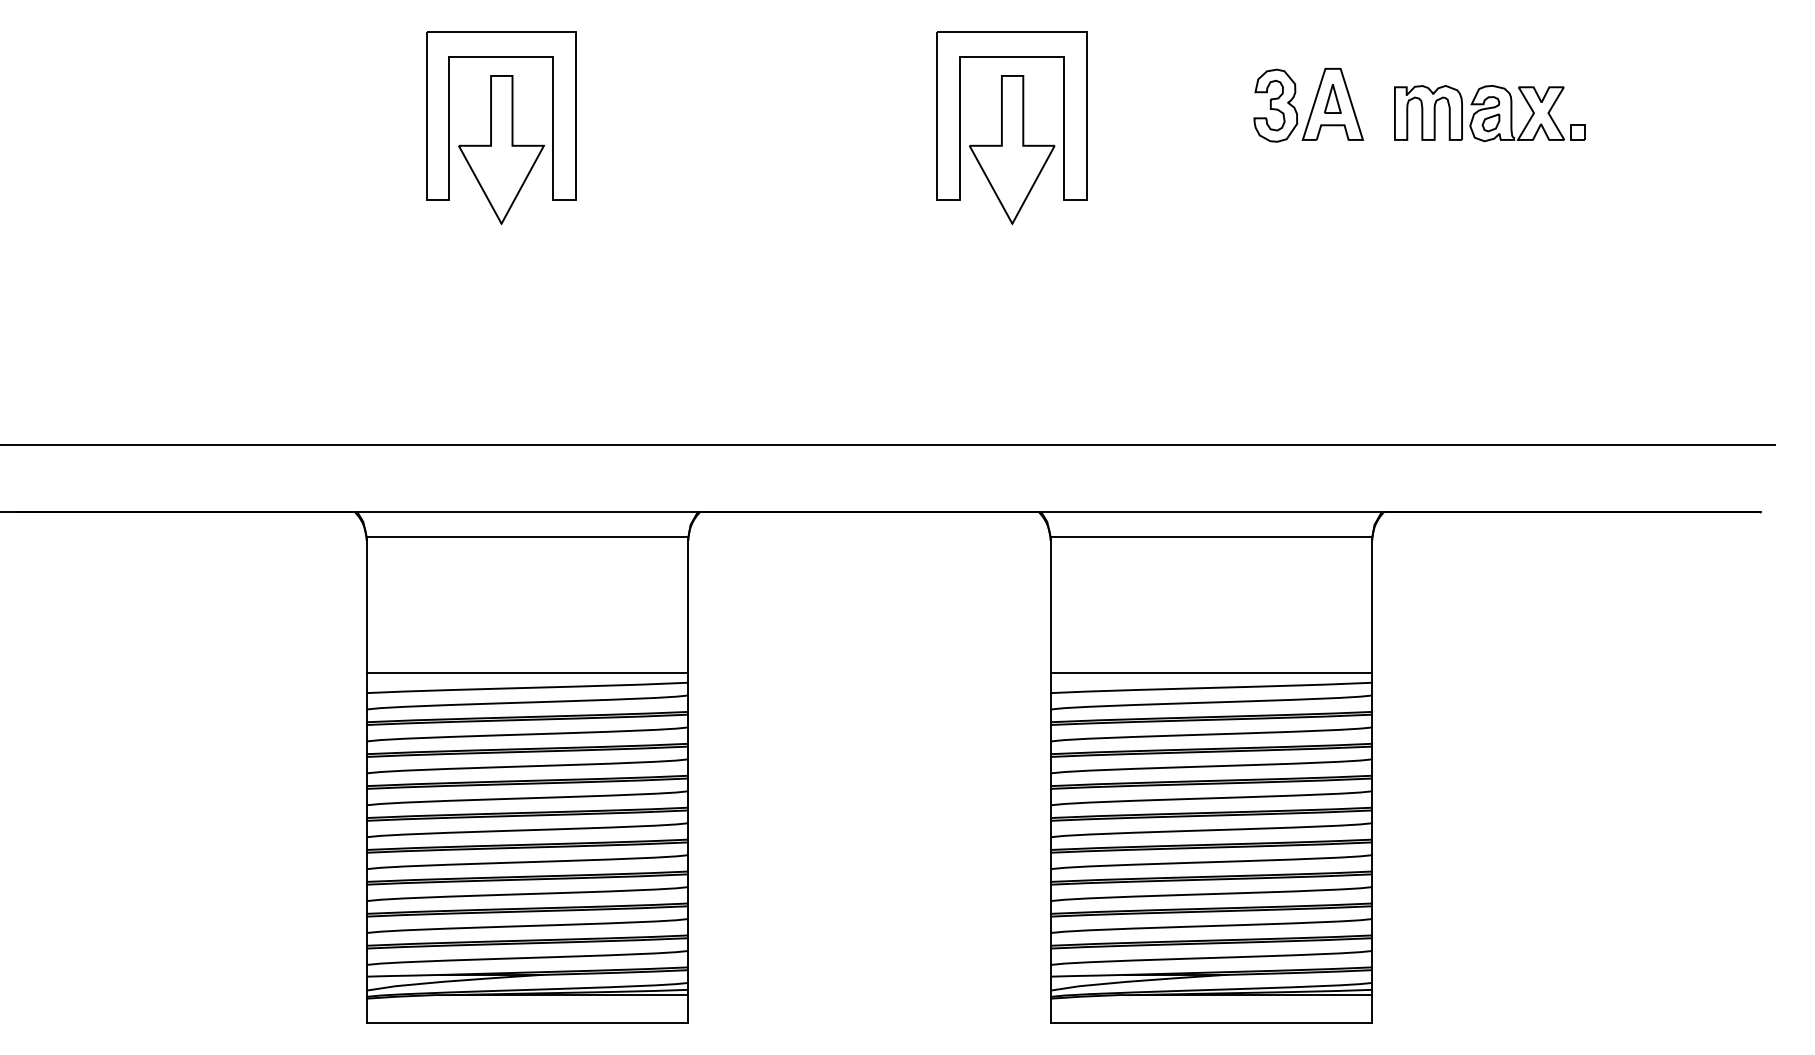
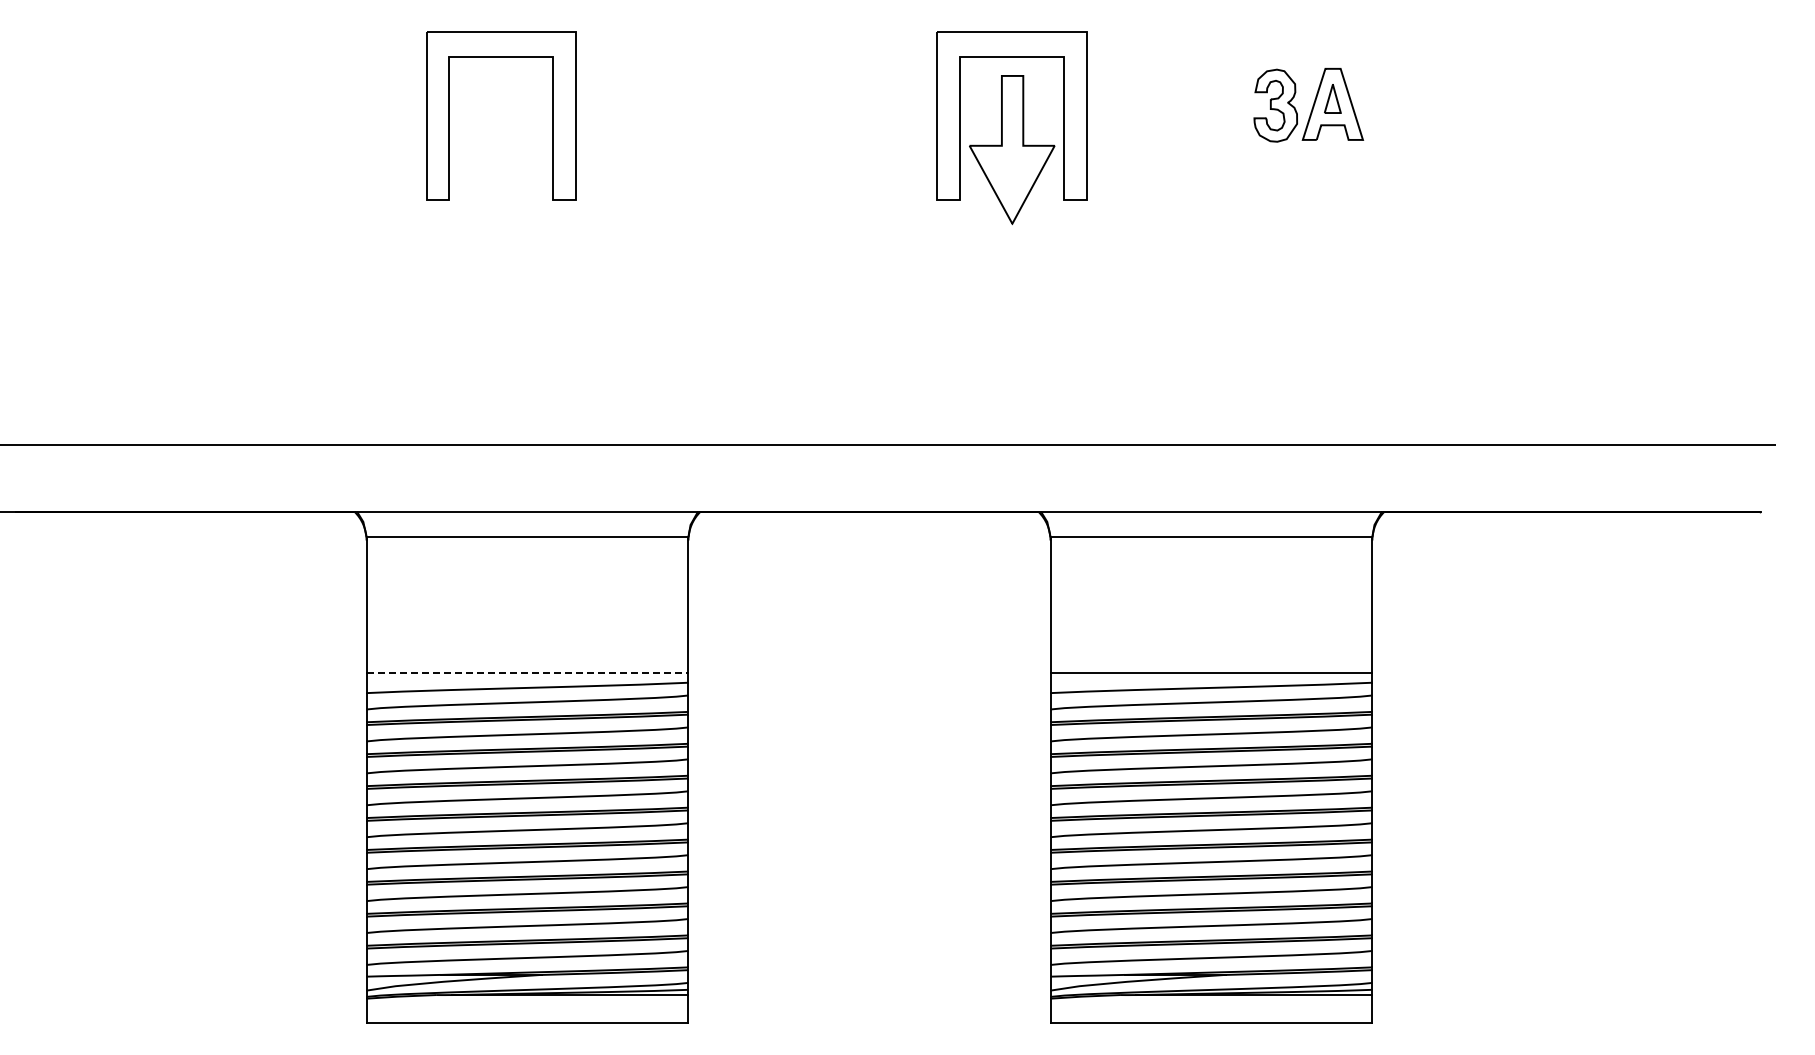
part at (1489, 113): present -> none
part at (501, 149): present -> none
line at (527, 673): solid -> dashed
